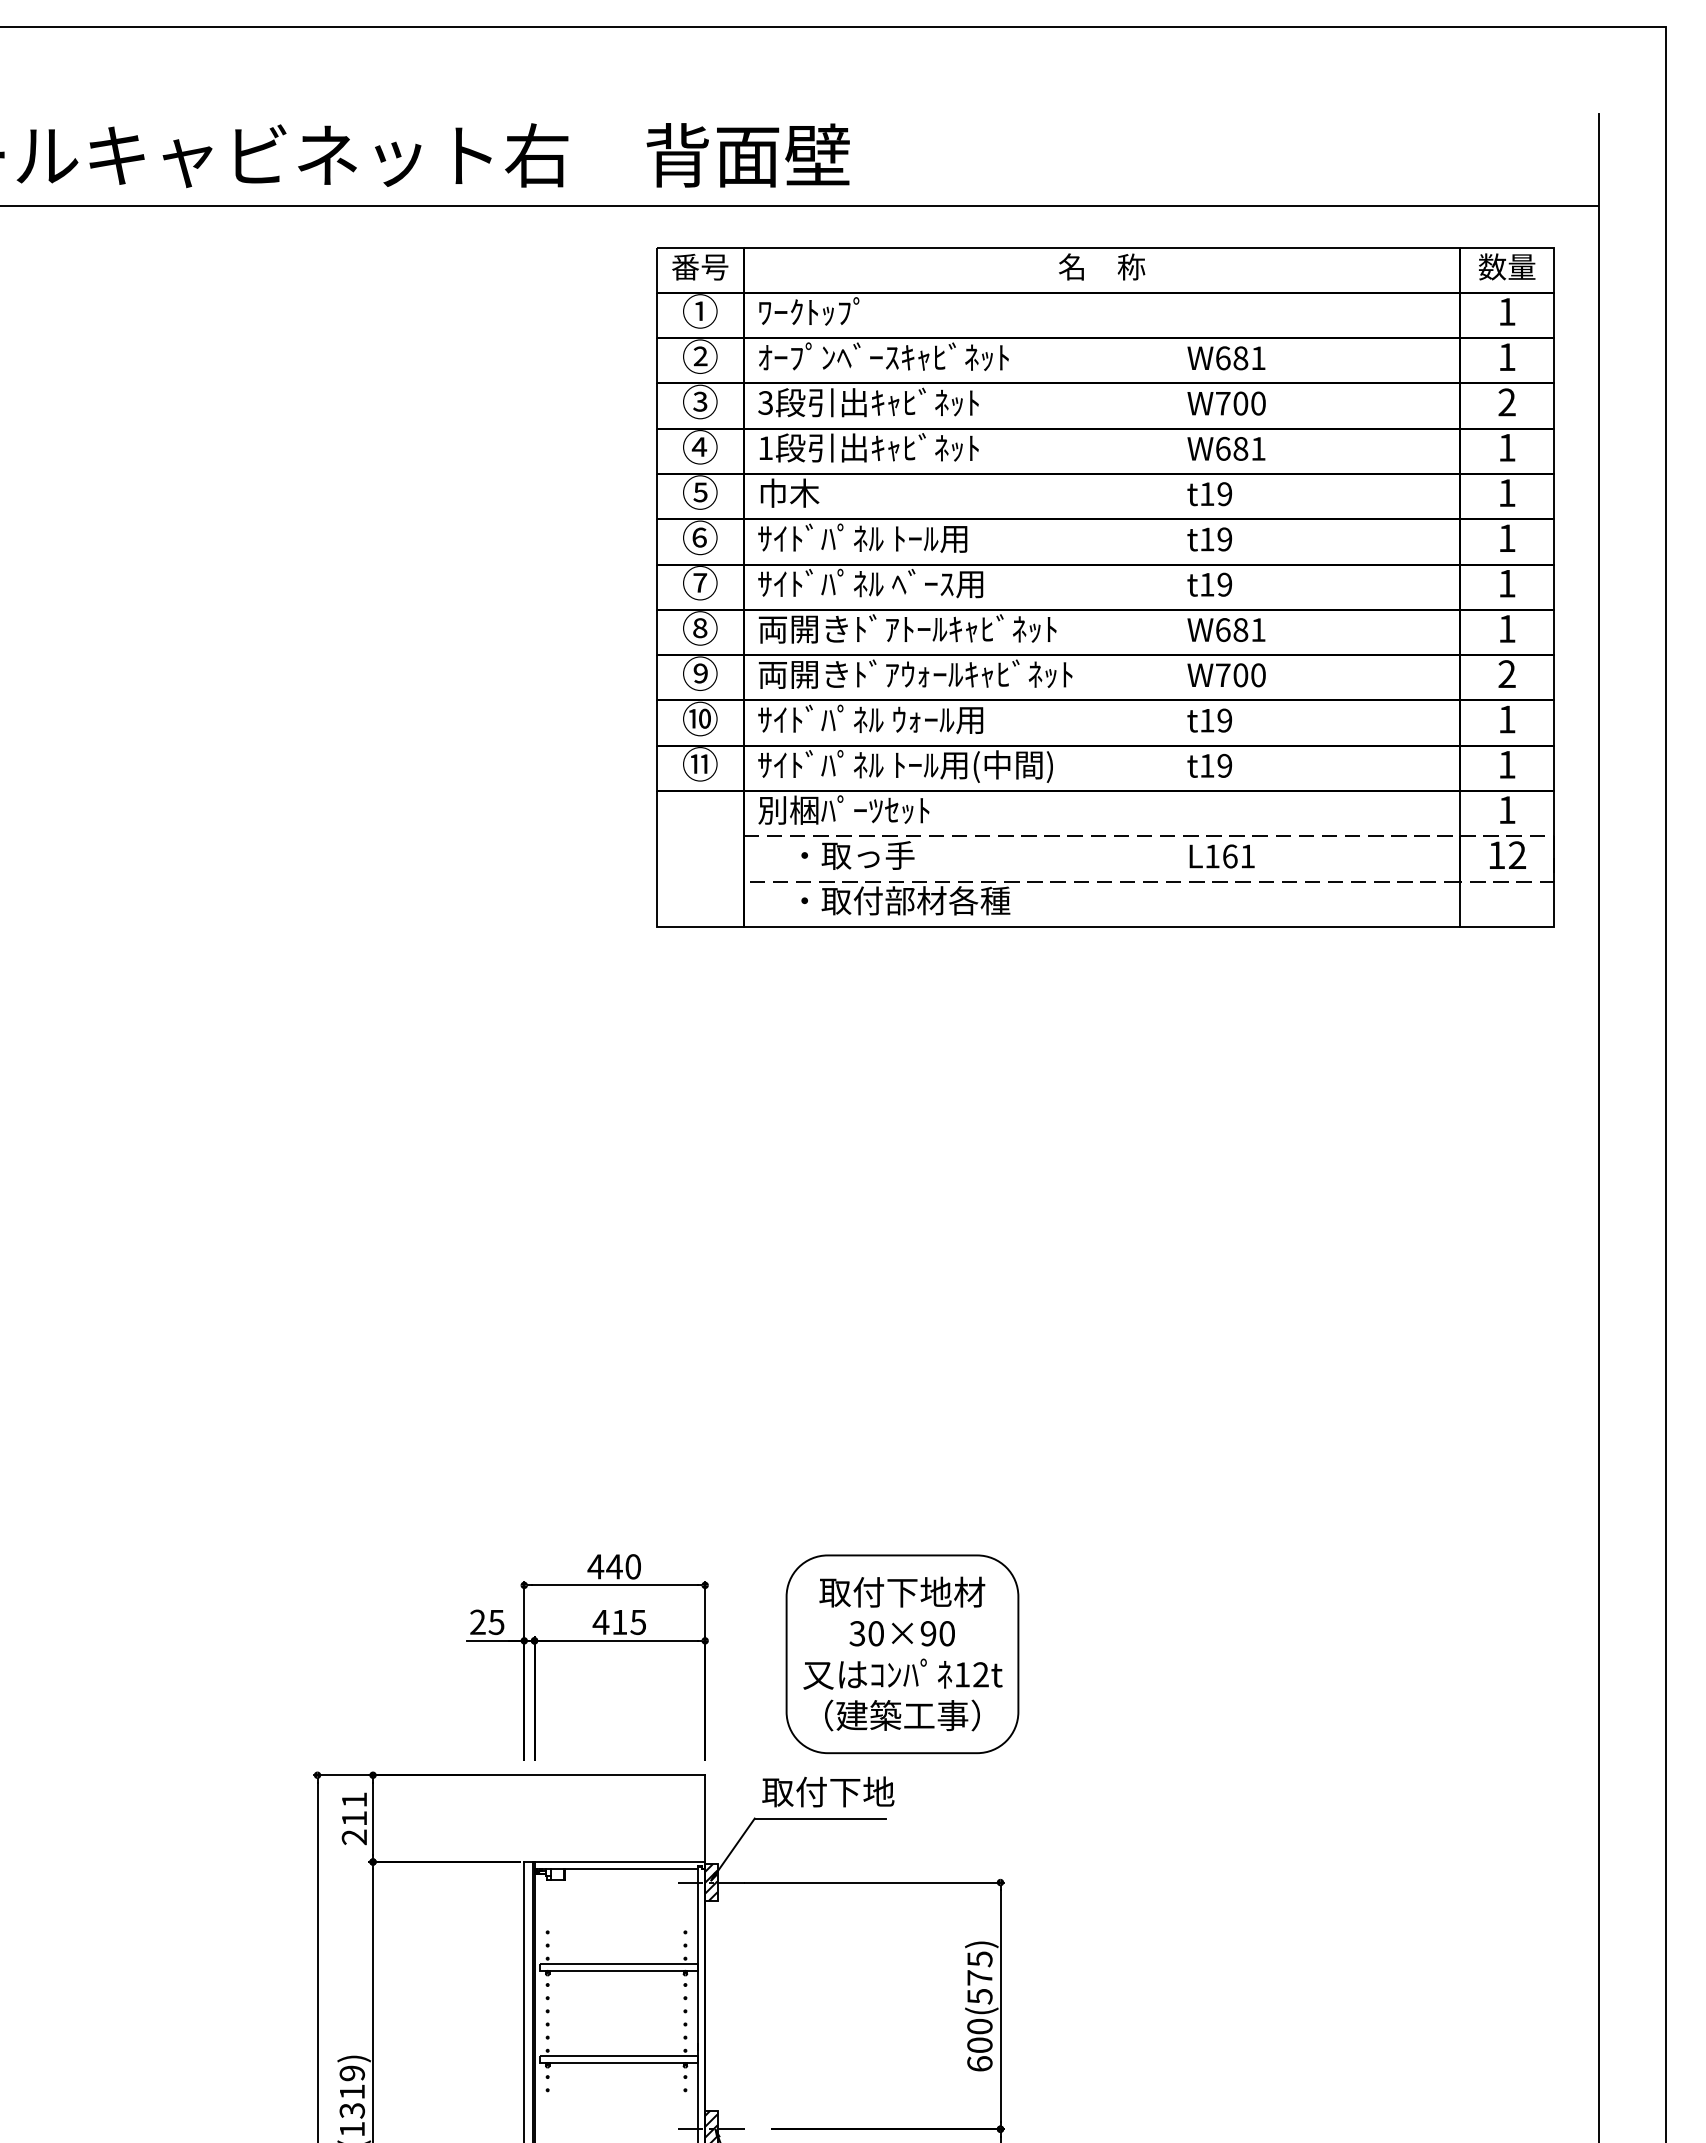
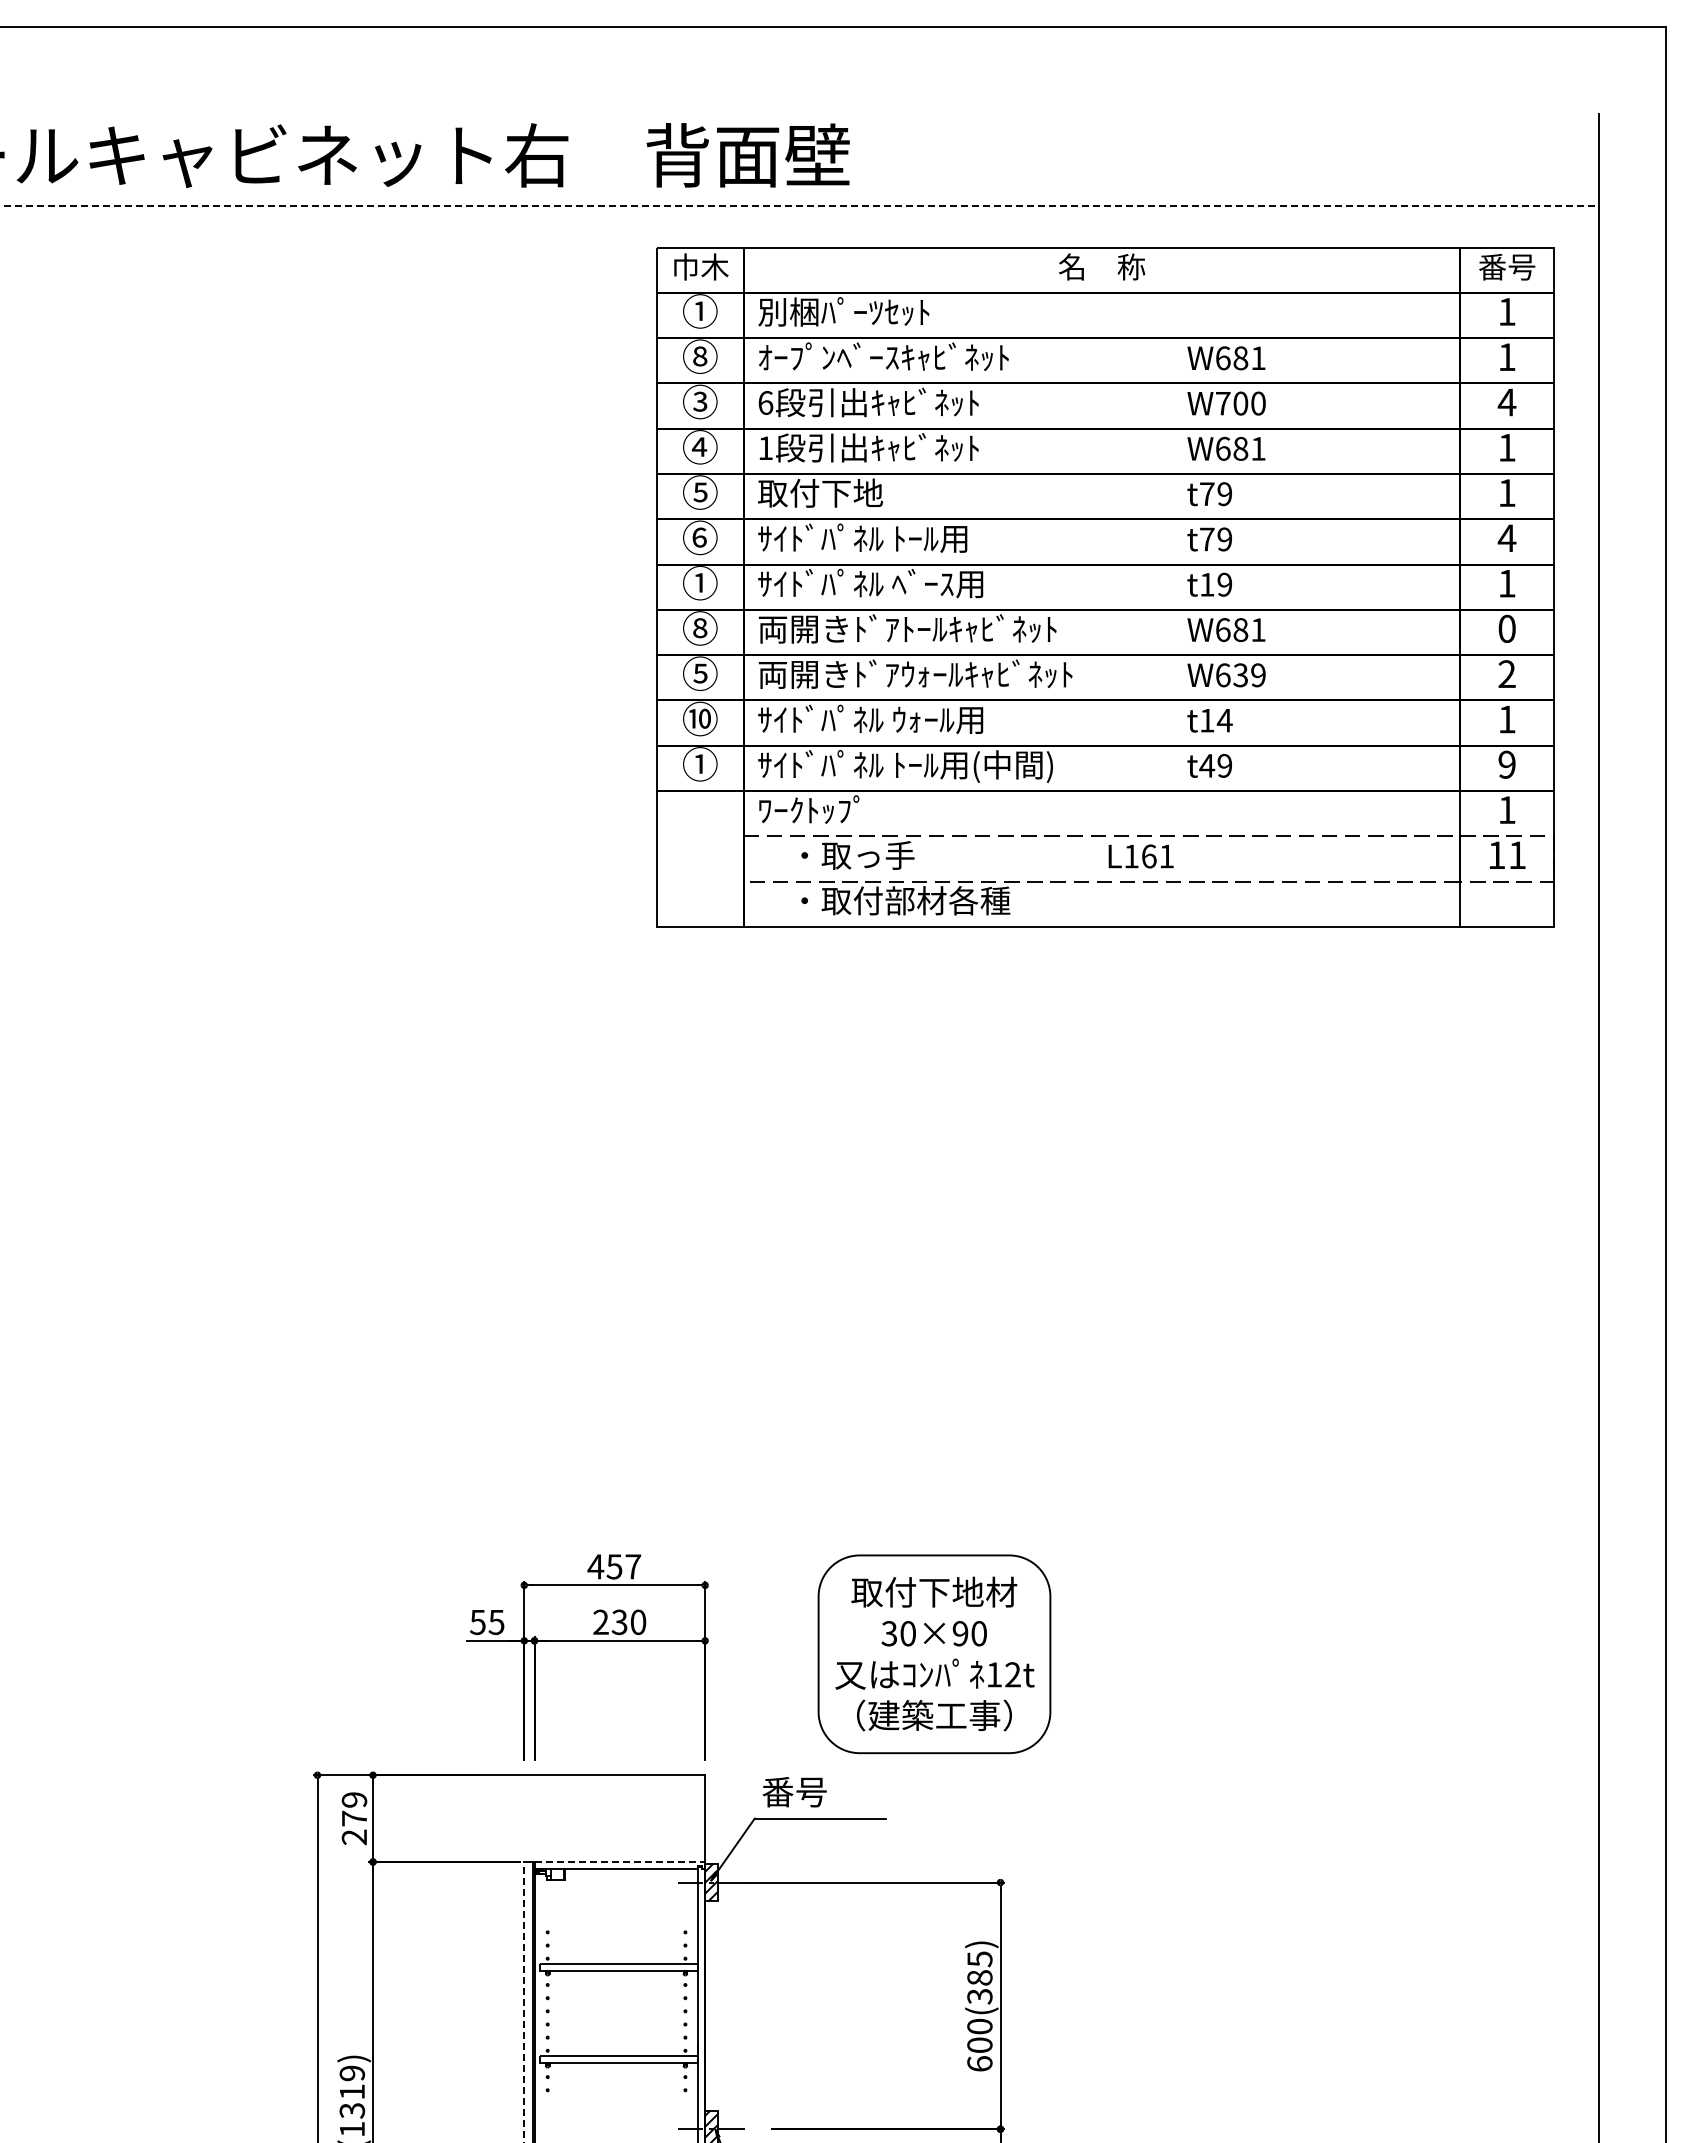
line at (800, 206): solid -> dashed
text at (700, 266): 番号 -> 巾木
text at (1507, 266): 数量 -> 番号
text at (843, 311): ﾜｰｸﾄｯﾌﾟ -> 別梱ﾊﾟｰﾂｾｯﾄ
text at (700, 356): ② -> ⑧
text at (765, 402): 3 -> 6
text at (1506, 402): 2 -> 4
text at (820, 492): 巾木 -> 取付下地
text at (1207, 493): t19 -> t79
text at (1506, 537): 1 -> 4
text at (1207, 539): t19 -> t79
text at (700, 582): ⑦ -> ①
text at (1506, 628): 1 -> 0
text at (700, 673): ⑨ -> ⑤
text at (1240, 675): W700 -> W639
text at (1224, 720): t19 -> t14
text at (699, 763): ⑪ -> ①
text at (1506, 764): 1 -> 9
text at (1207, 765): t19 -> t49
text at (843, 809): 別梱ﾊﾟｰﾂｾｯﾄ -> ﾜｰｸﾄｯﾌﾟ
text at (1517, 854): 12 -> 11
text at (1221, 856) position: (1221, 856) -> (1140, 856)
text at (623, 1566): 440 -> 457
text at (477, 1622): 25 -> 55
text at (619, 1622): 415 -> 230
part at (902, 1654) position: (902, 1654) -> (934, 1654)
text at (828, 1791): 取付下地 -> 番号
text at (354, 1809): 211 -> 279
line at (620, 1861): solid -> dashed
text at (979, 1986): 600(575) -> 600(385)
line at (524, 2001): solid -> dashed
